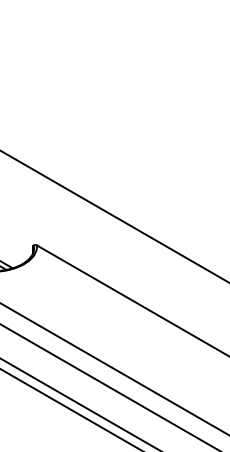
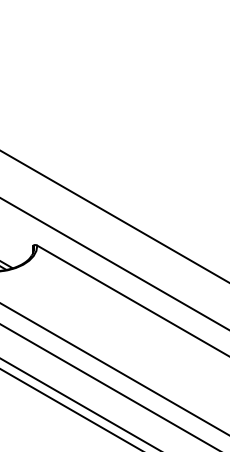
line at (114, 263): none -> present
